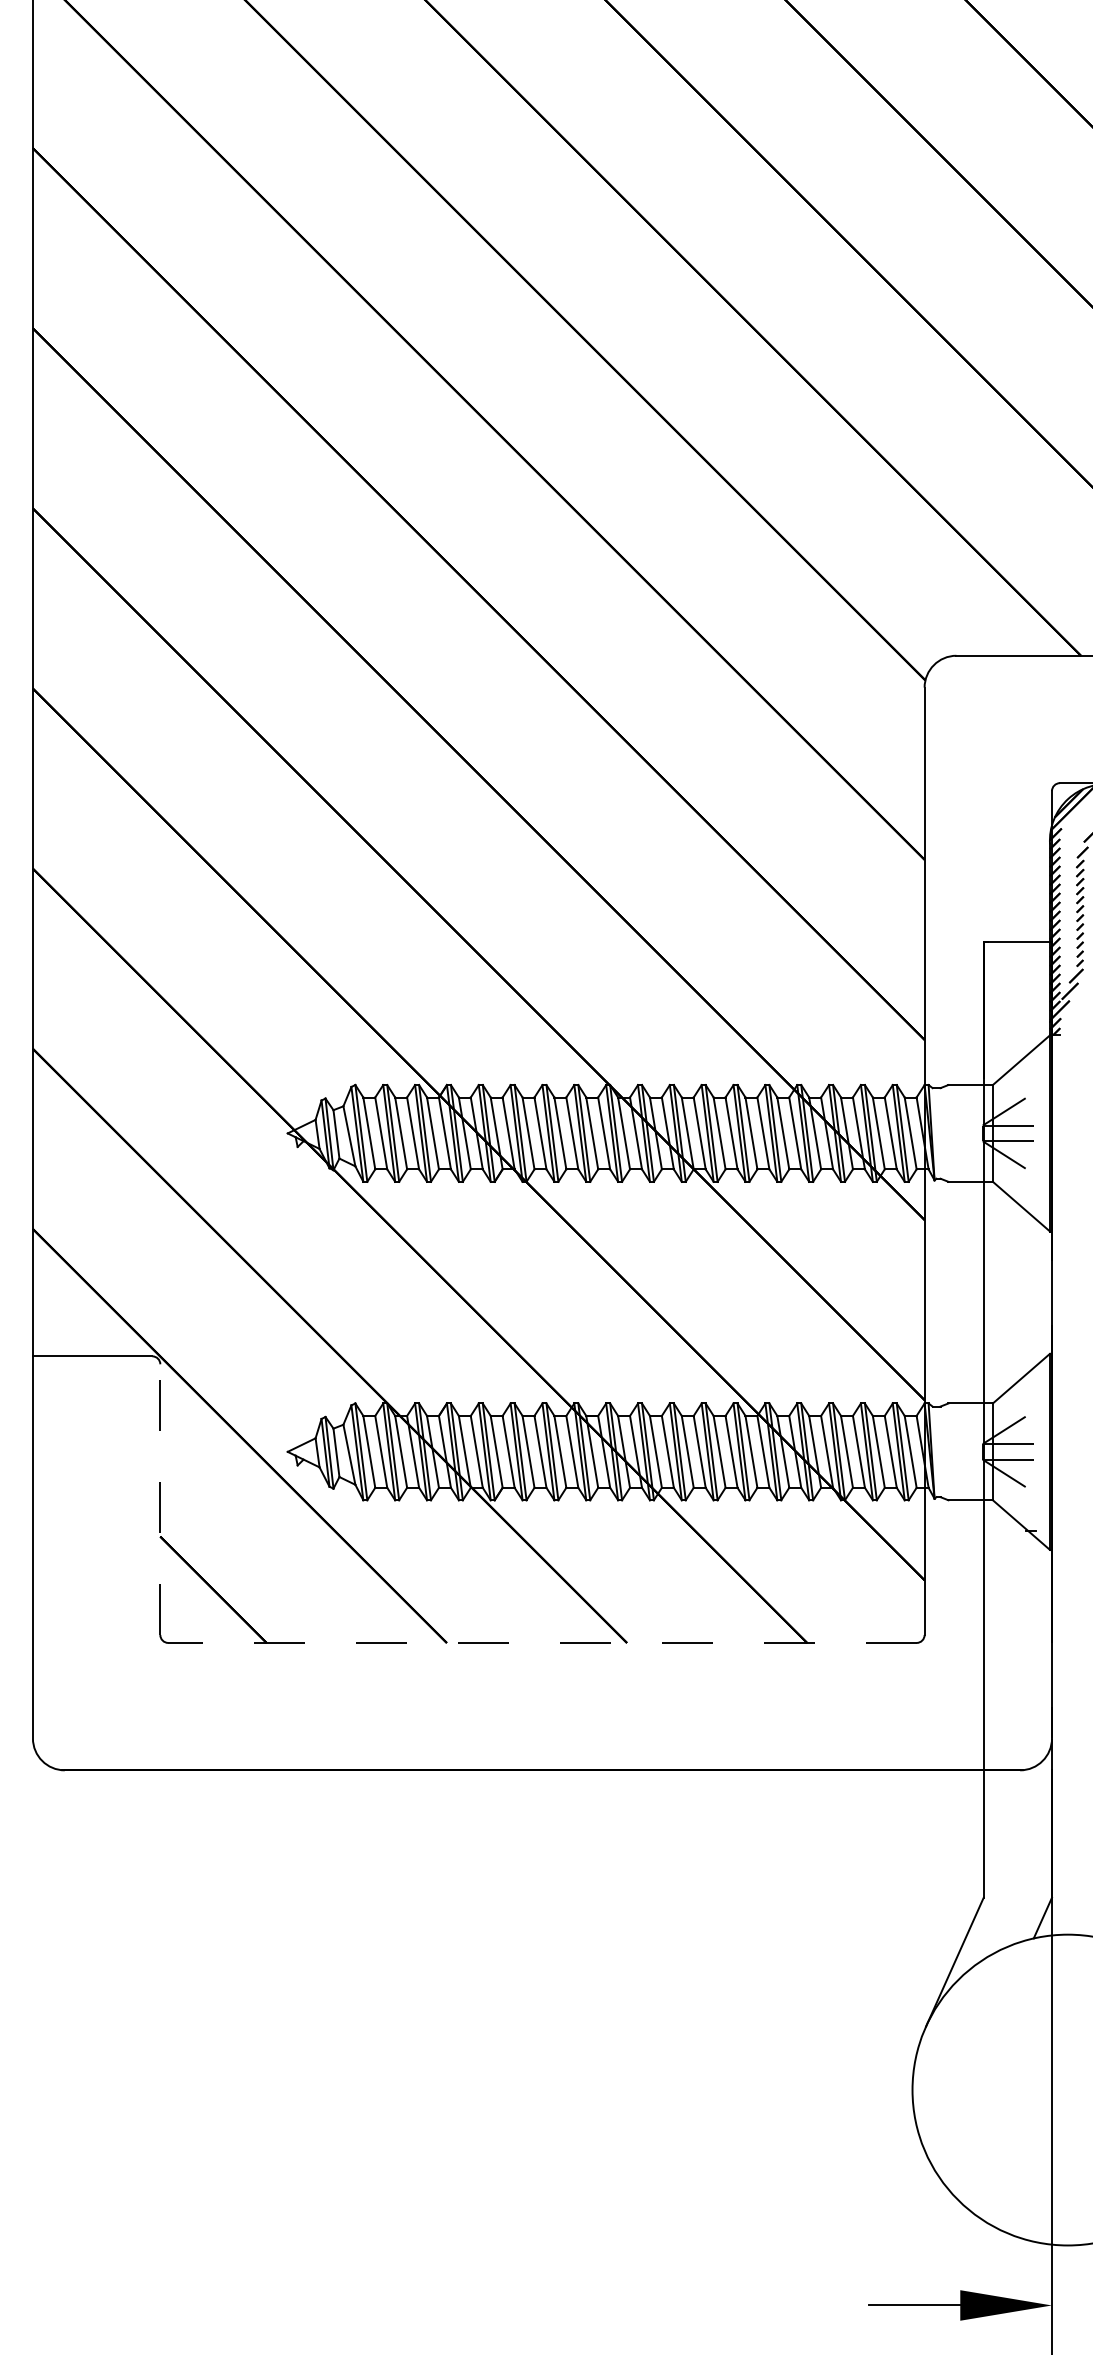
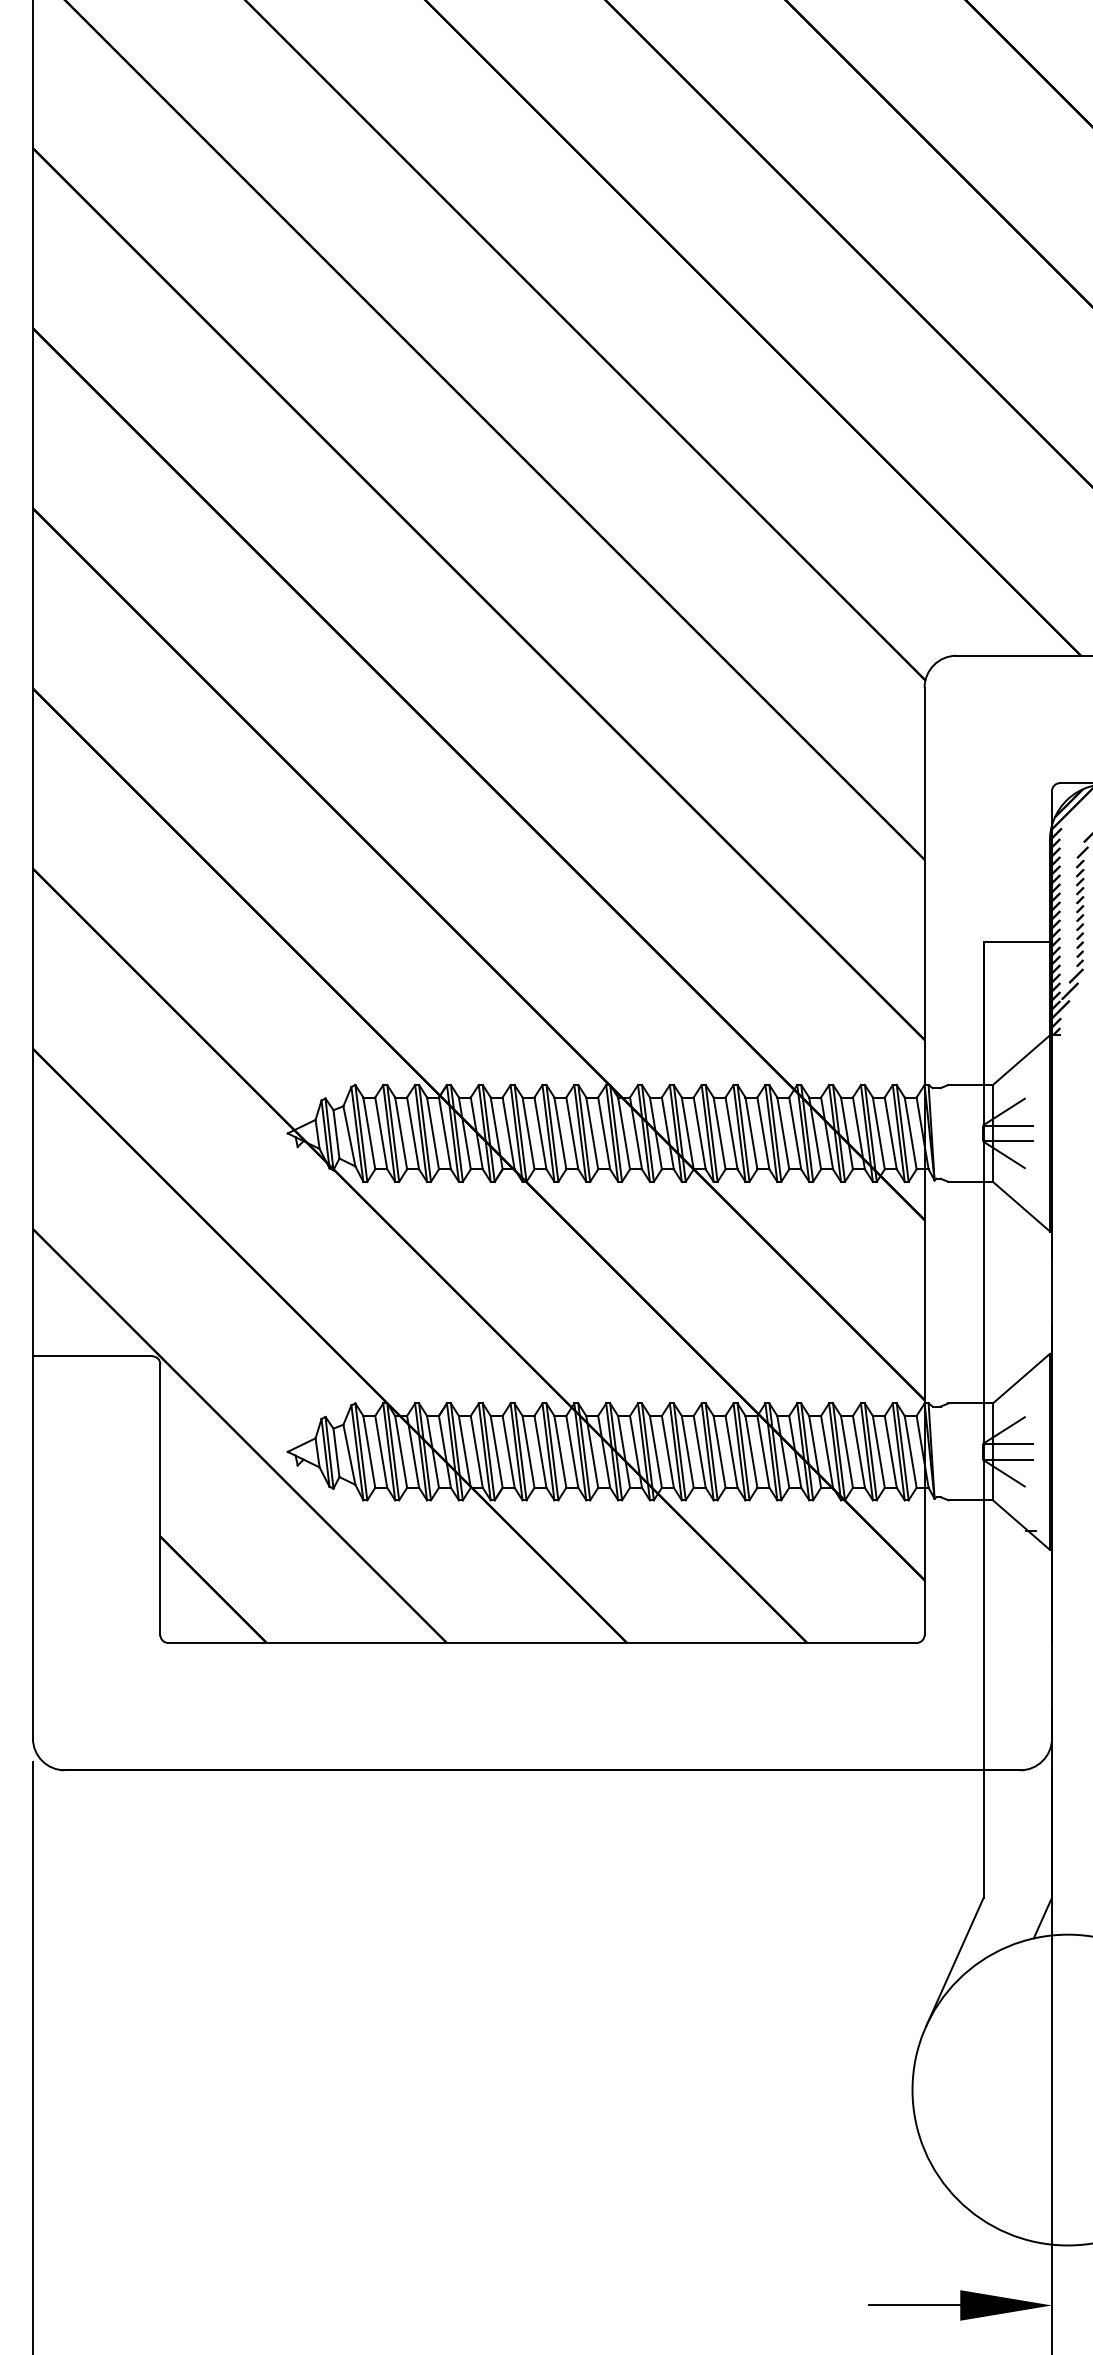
line at (160, 1499): dashed -> solid
line at (541, 1642): dashed -> solid
line at (32, 2056): none -> present
